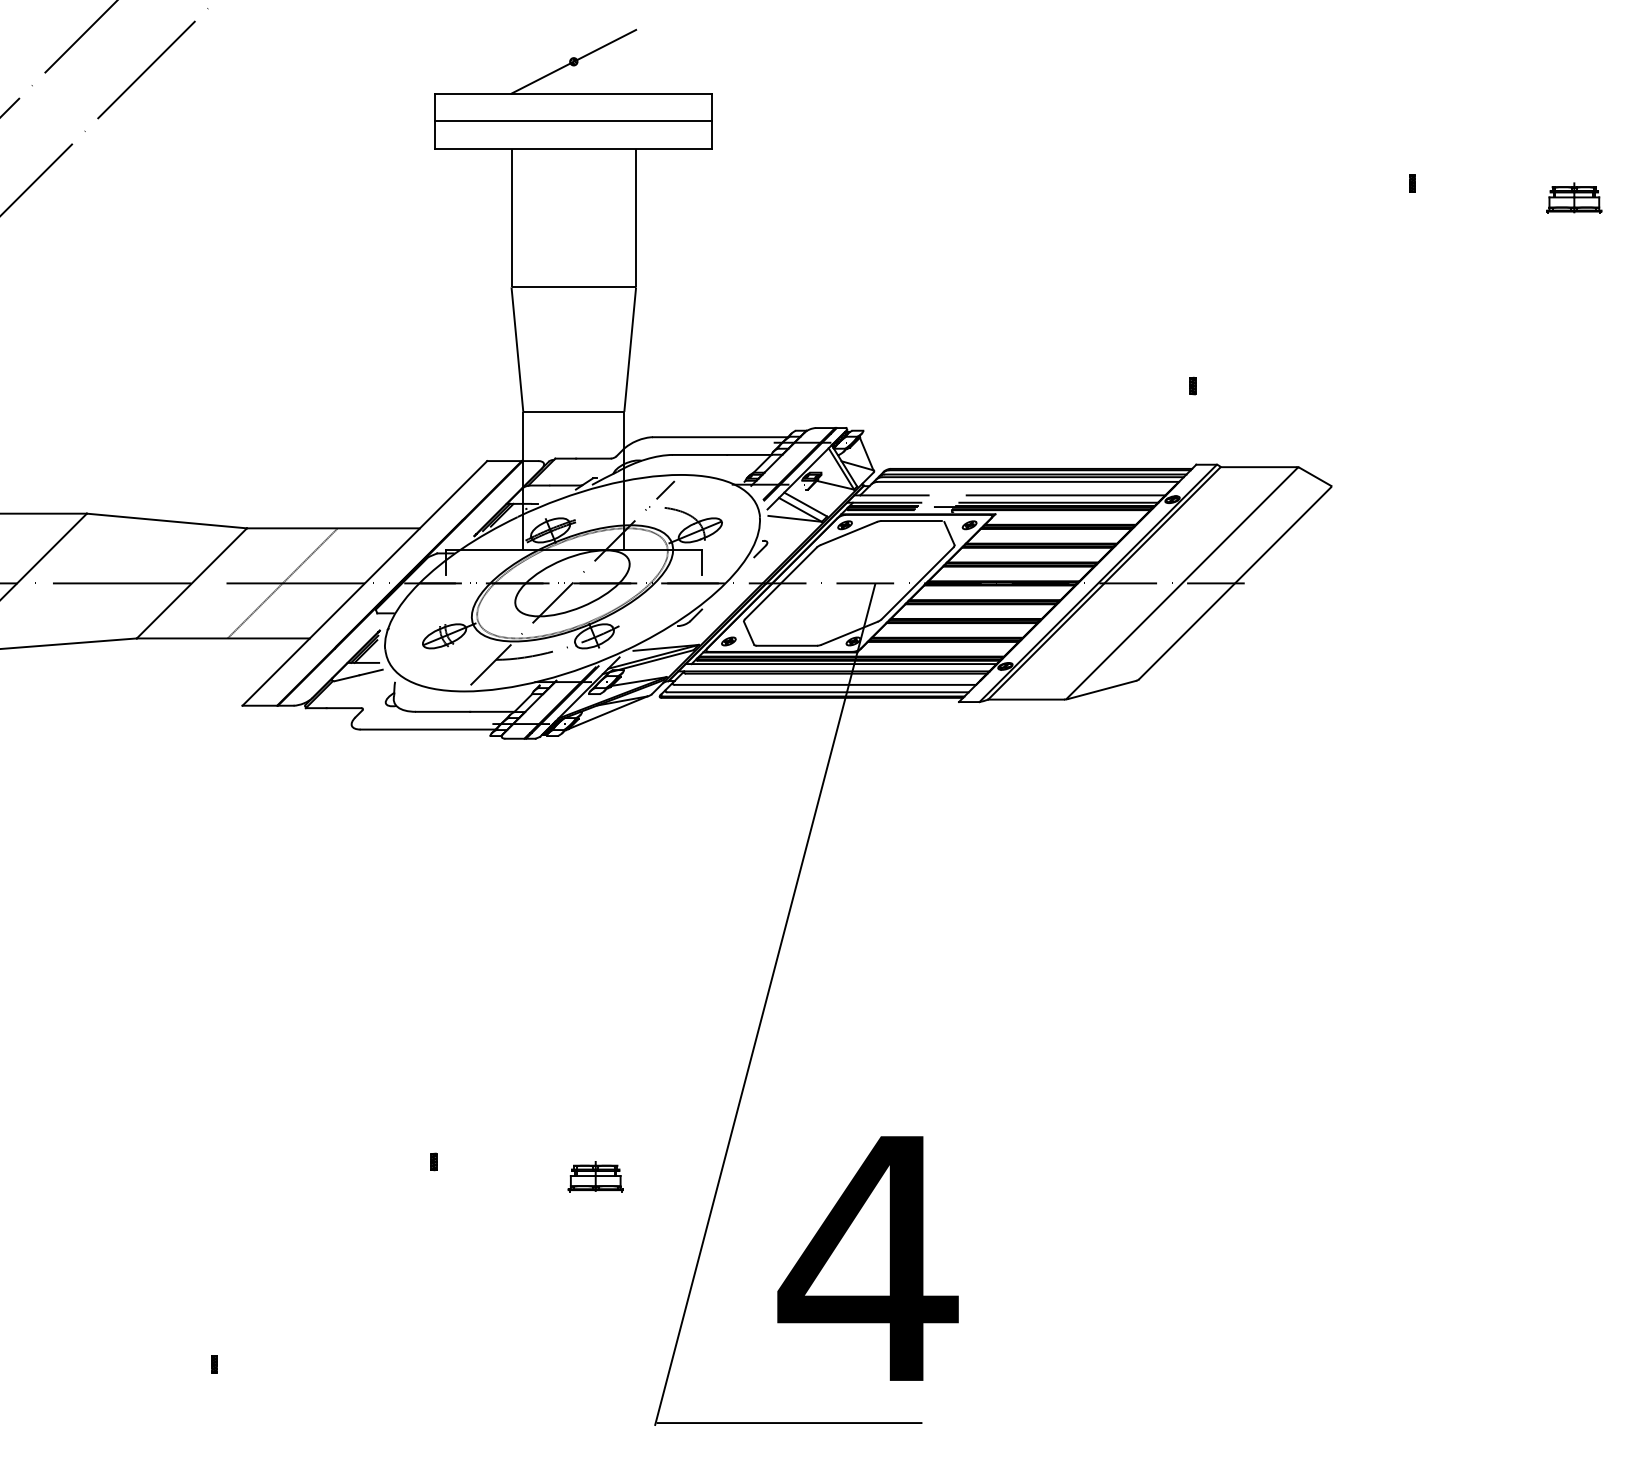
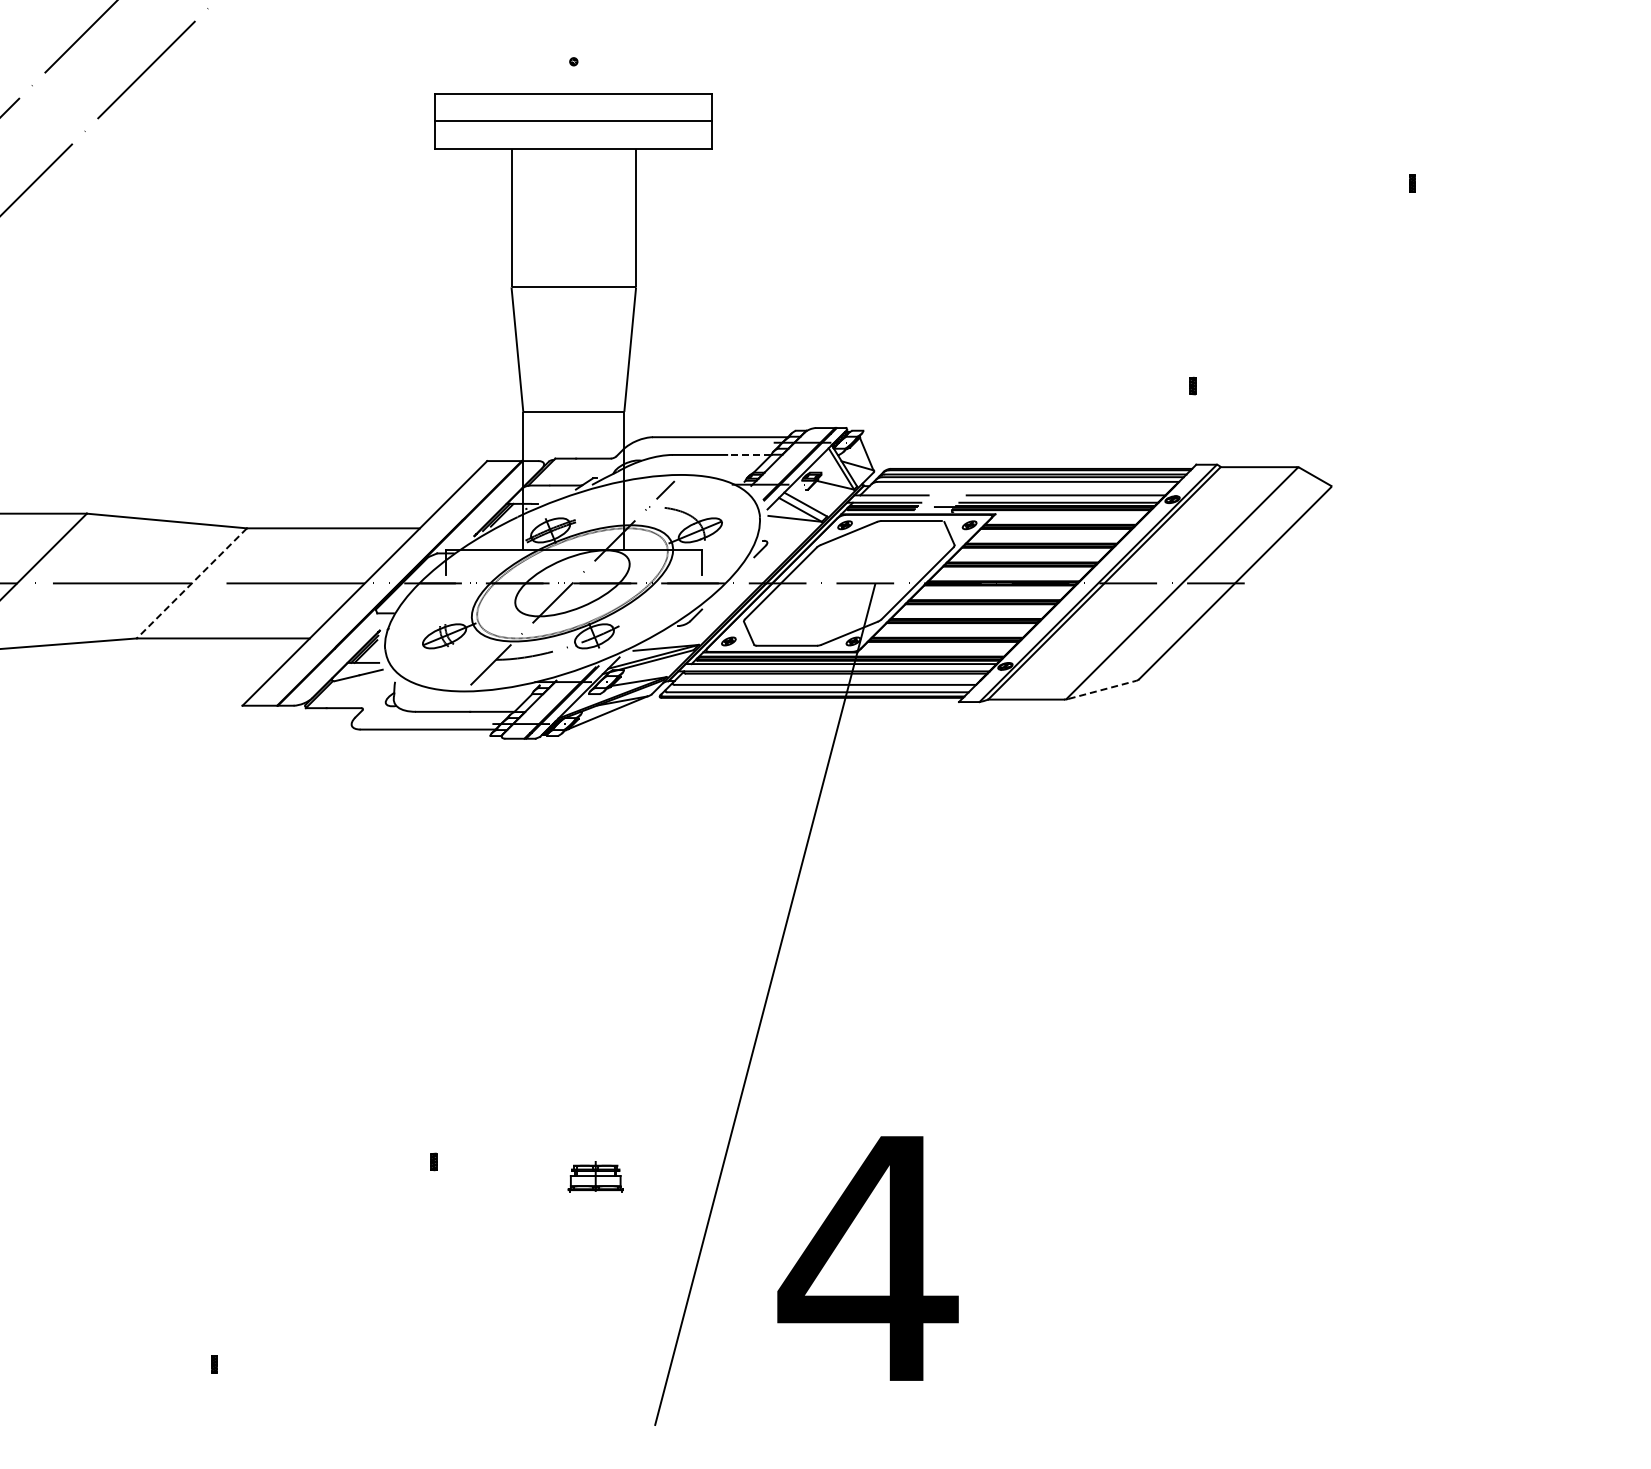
line at (573, 61): present -> none
part at (1574, 197): present -> none
line at (748, 454): solid -> dashed
line at (191, 583): solid -> dashed
line at (282, 583): present -> none
line at (1102, 689): solid -> dashed
line at (789, 1423): present -> none
